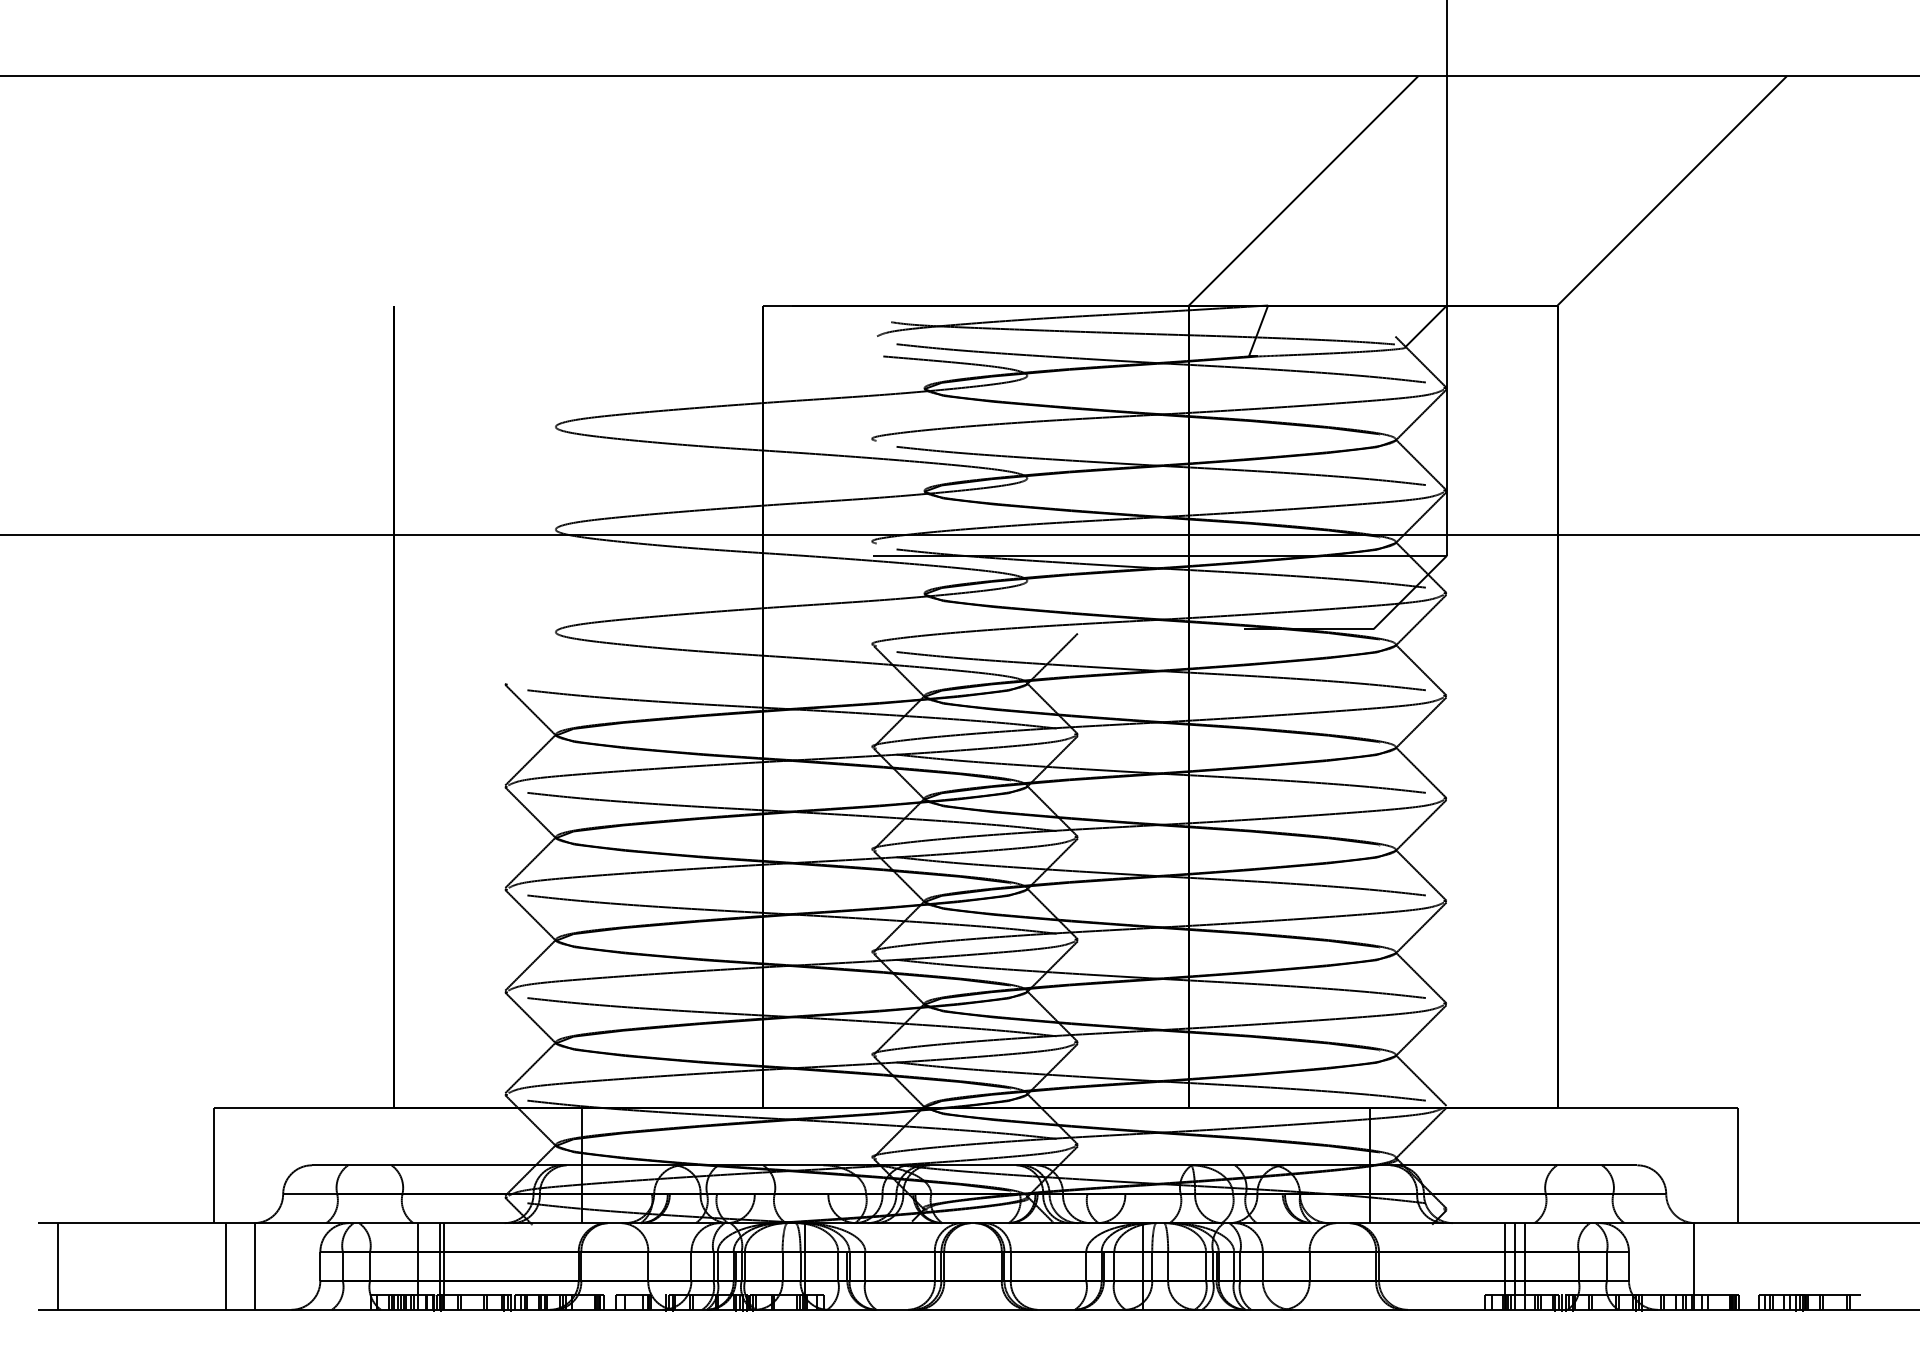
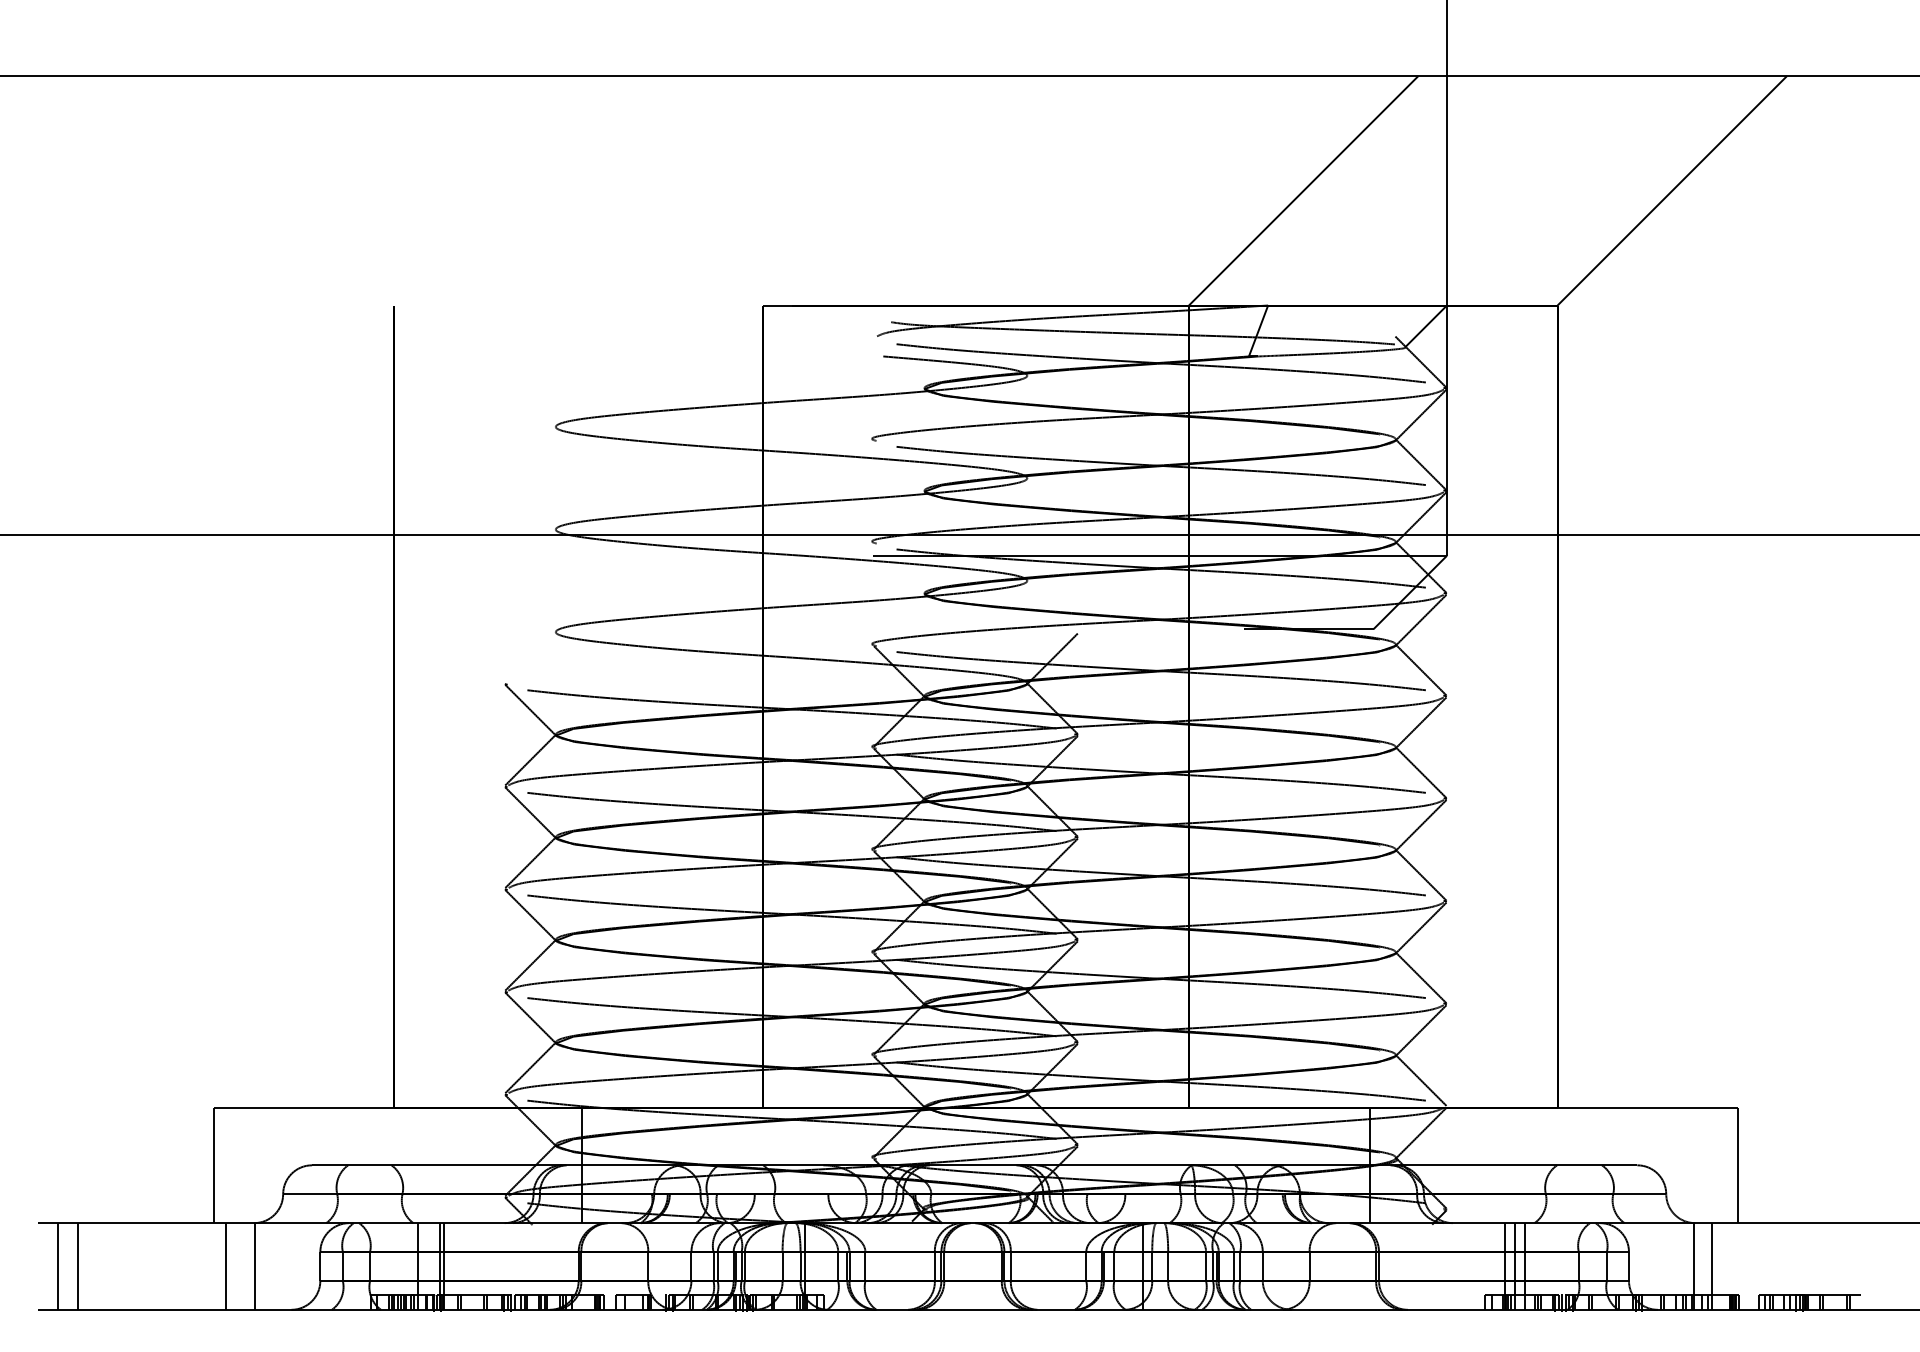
line at (78, 1266): none -> present
line at (1712, 1266): none -> present
